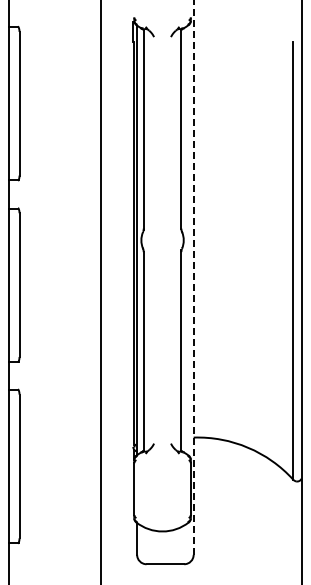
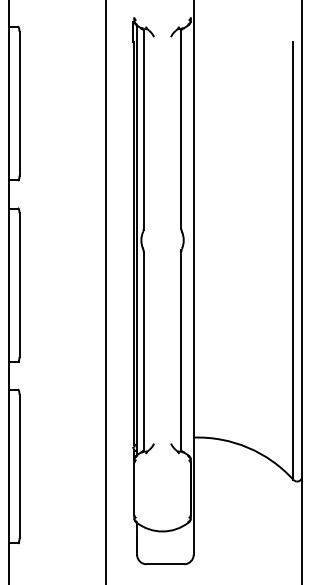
line at (193, 277): dashed -> solid
line at (101, 291) position: (101, 291) -> (106, 291)
